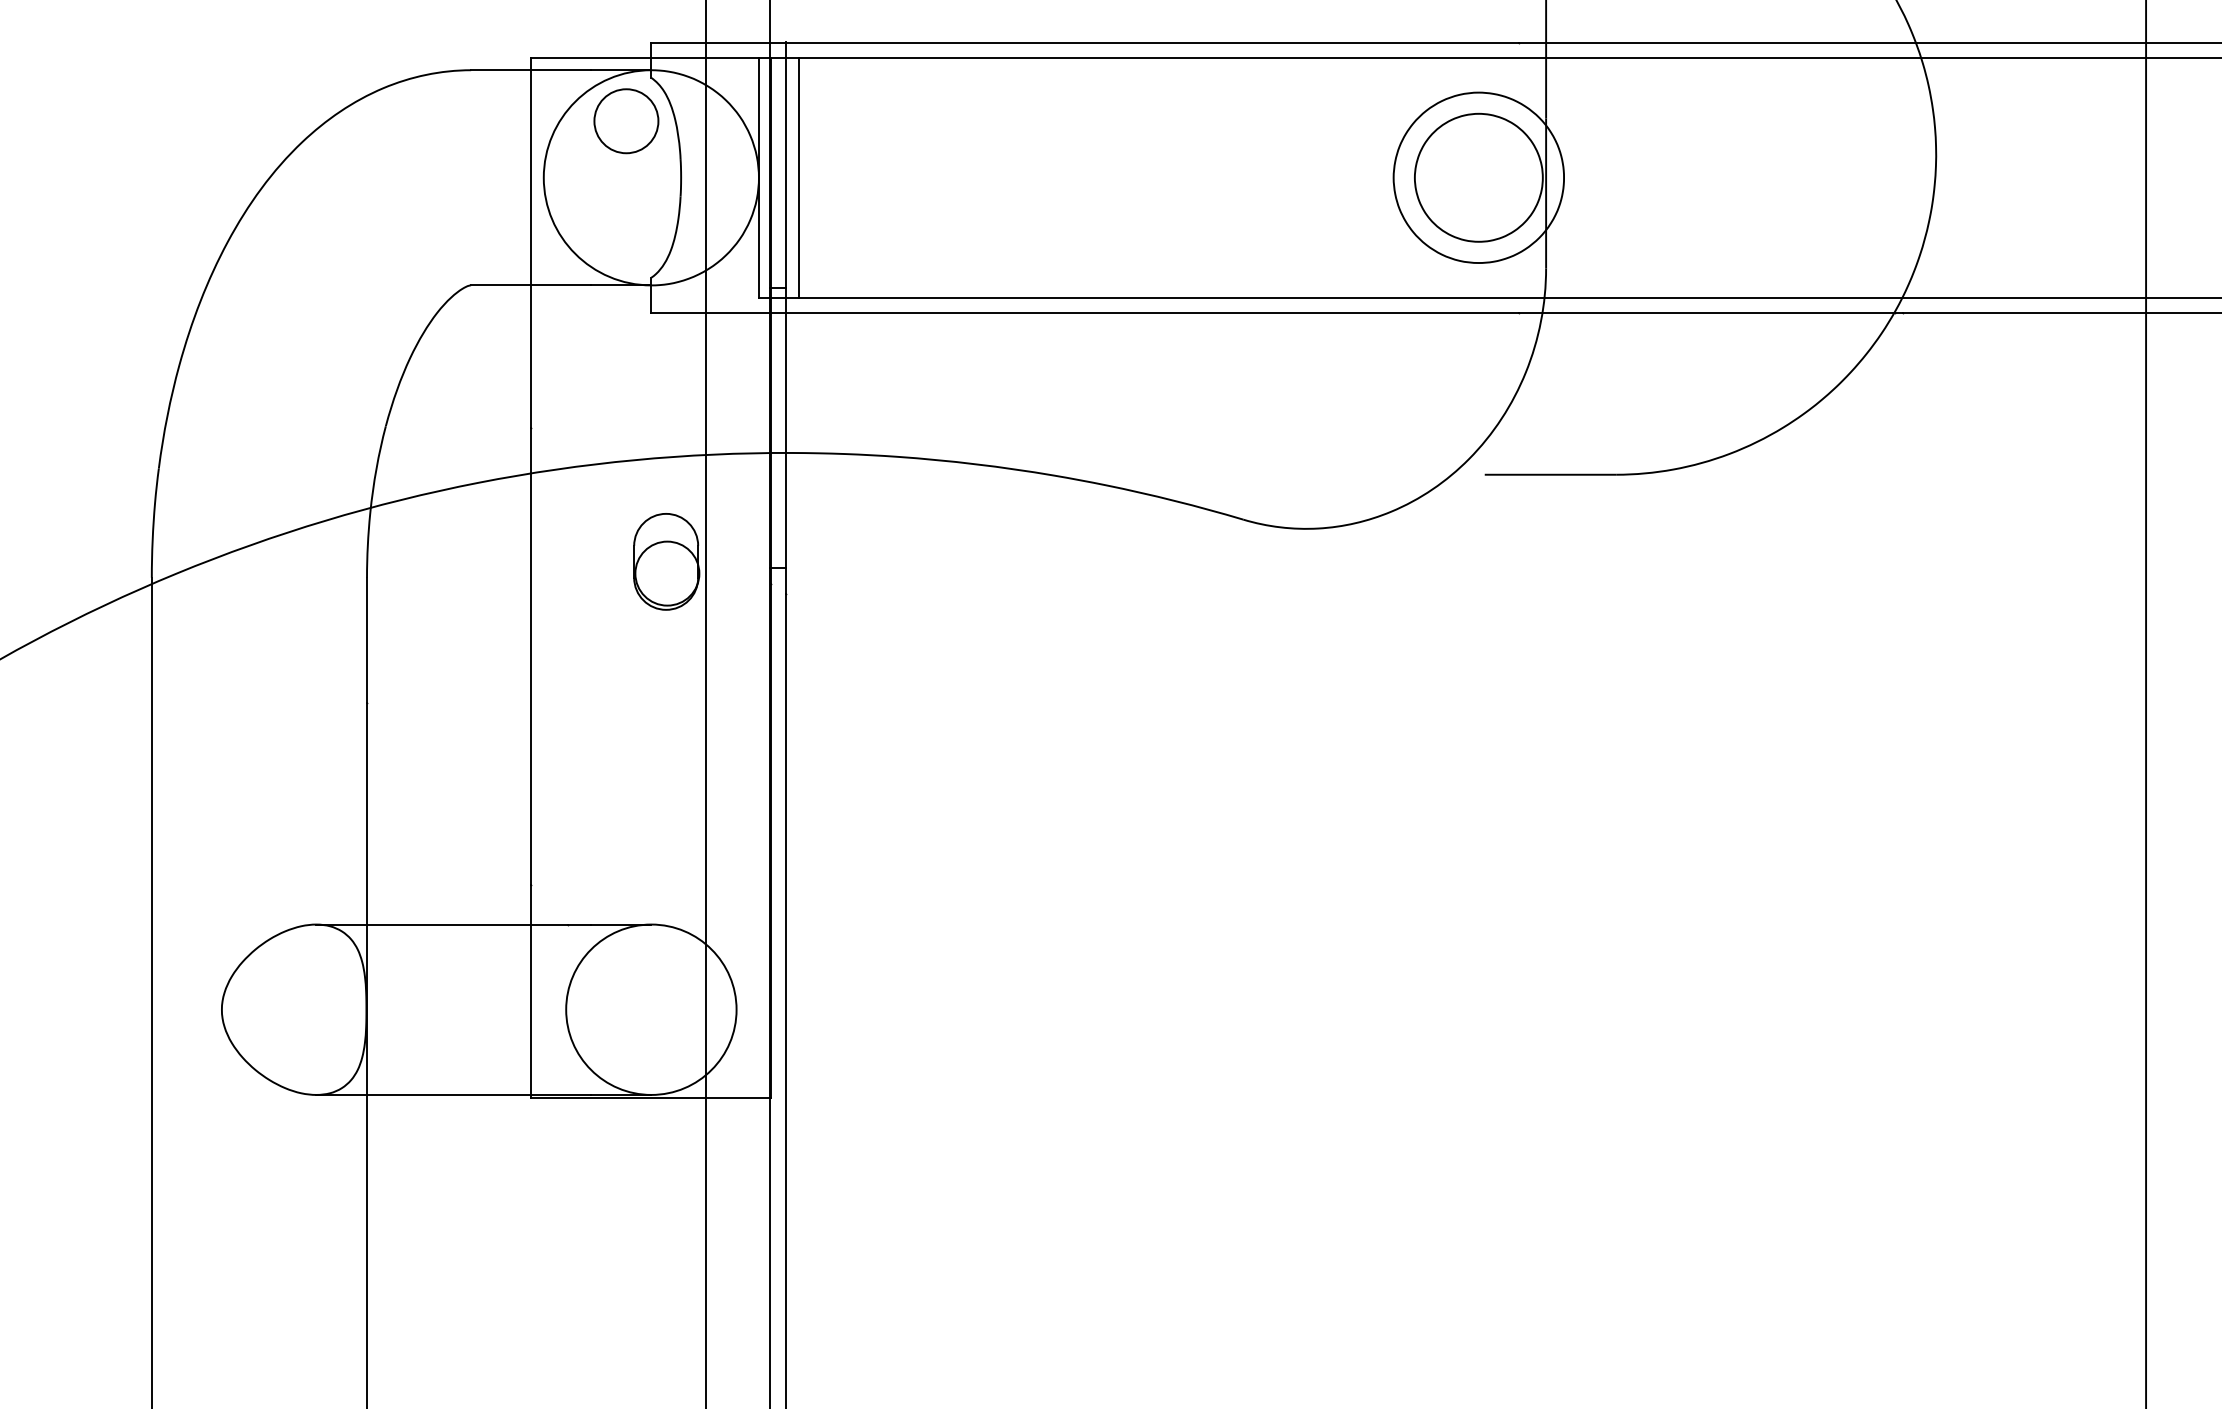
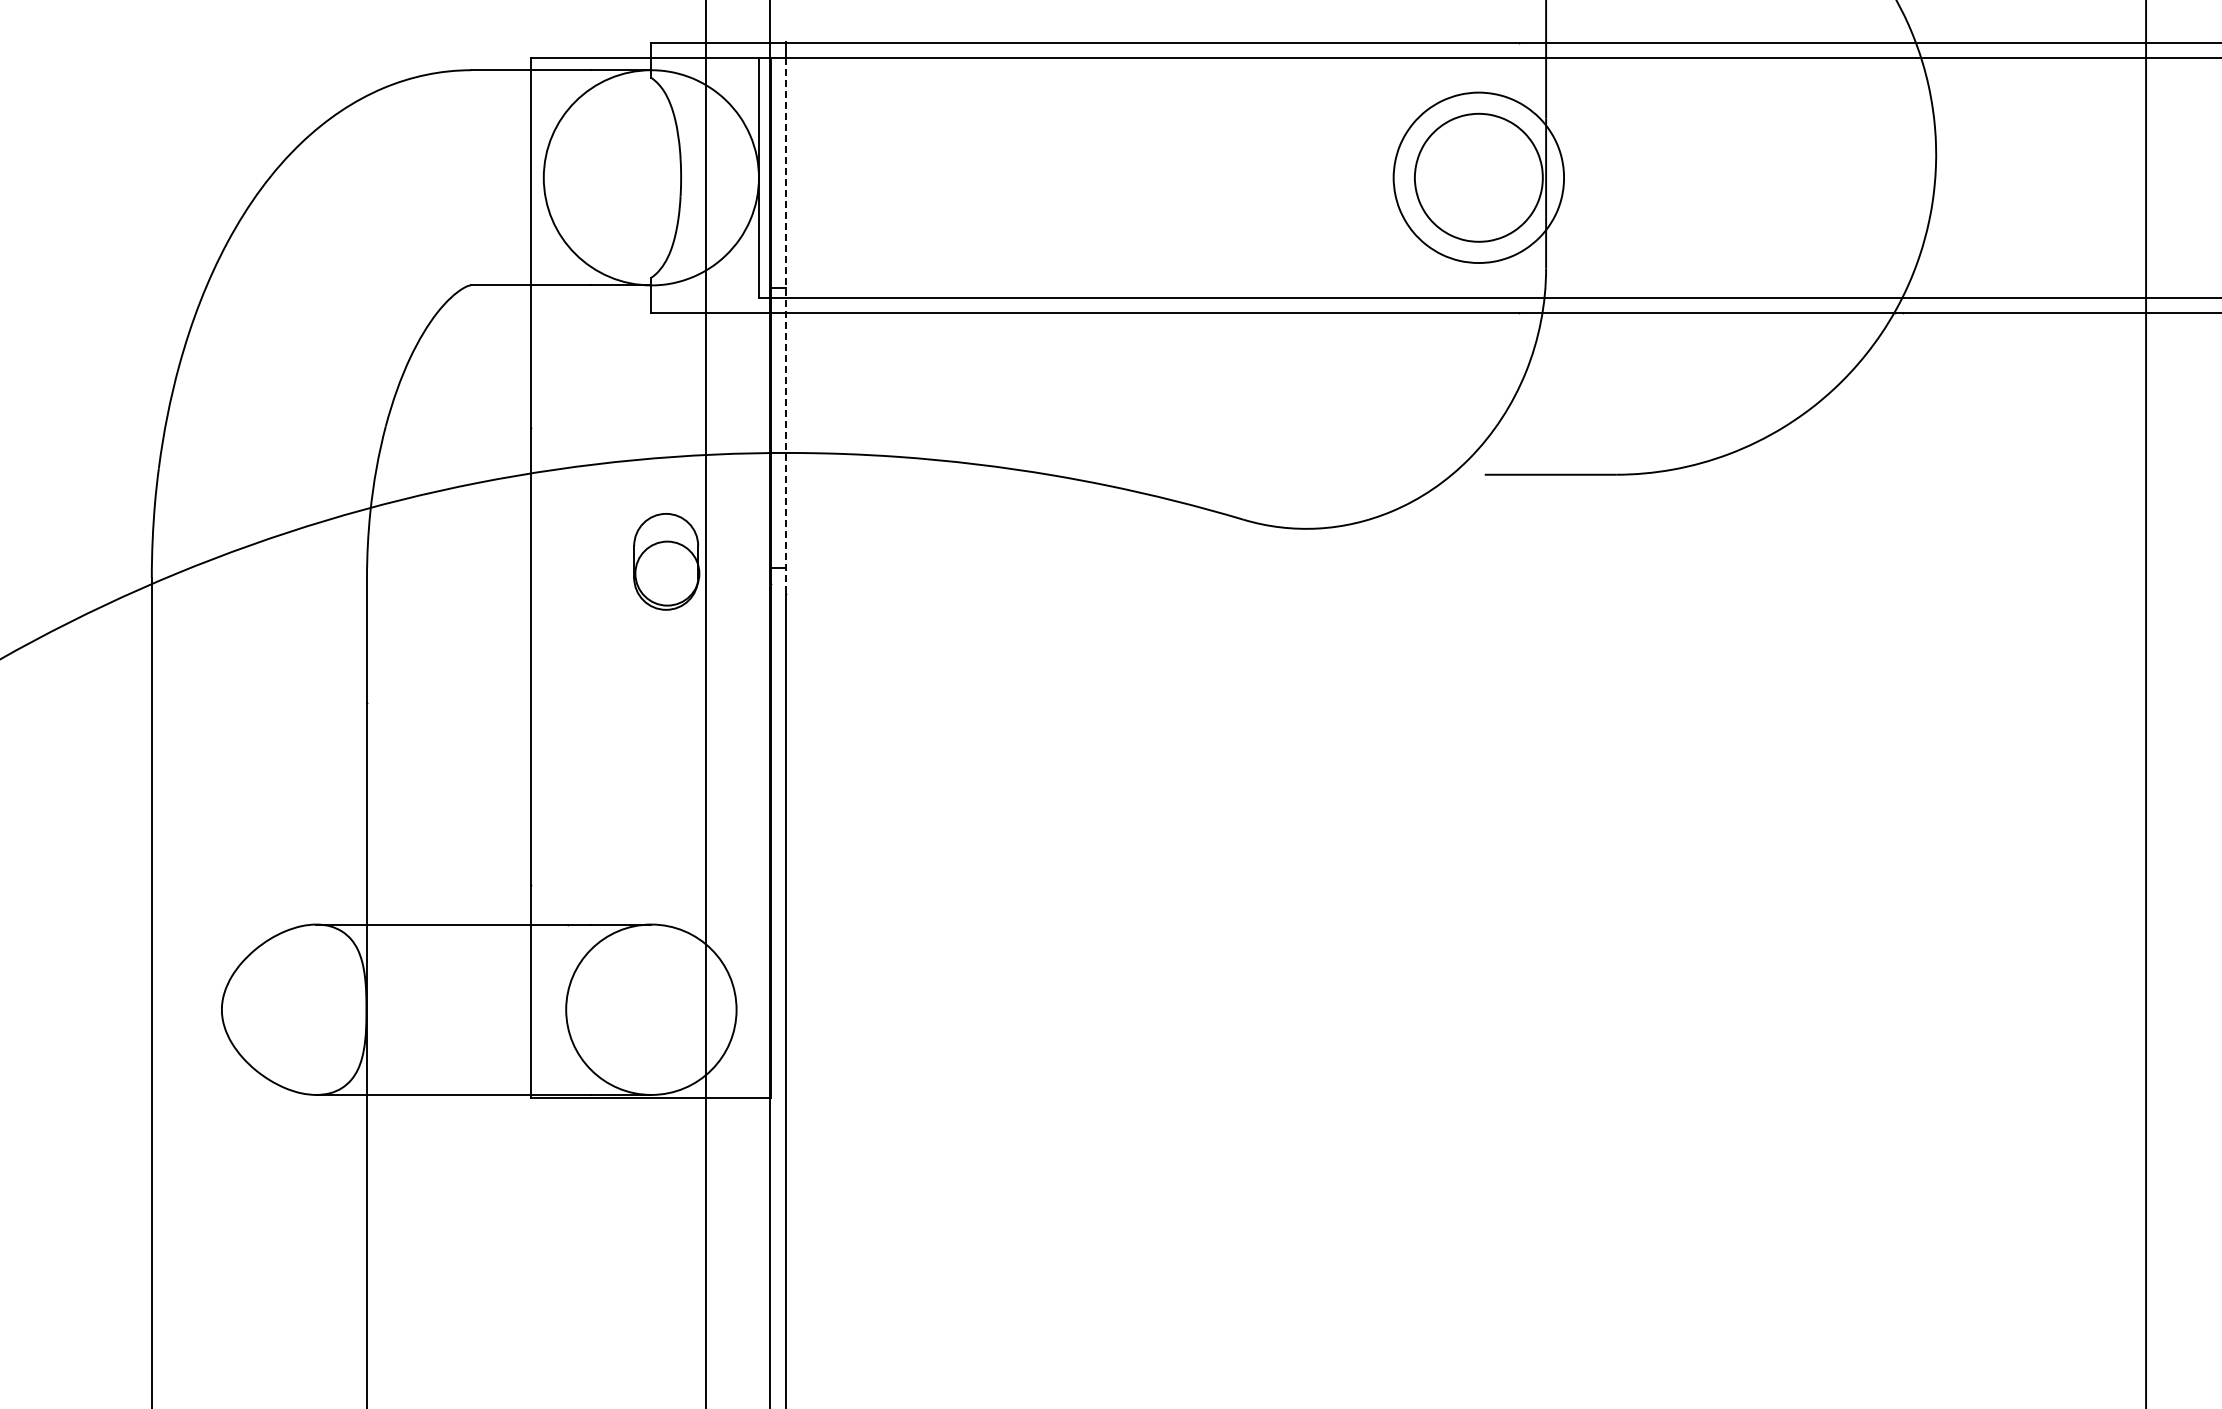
circle at (626, 121): present -> none
line at (798, 177): present -> none
line at (786, 326): solid -> dashed
